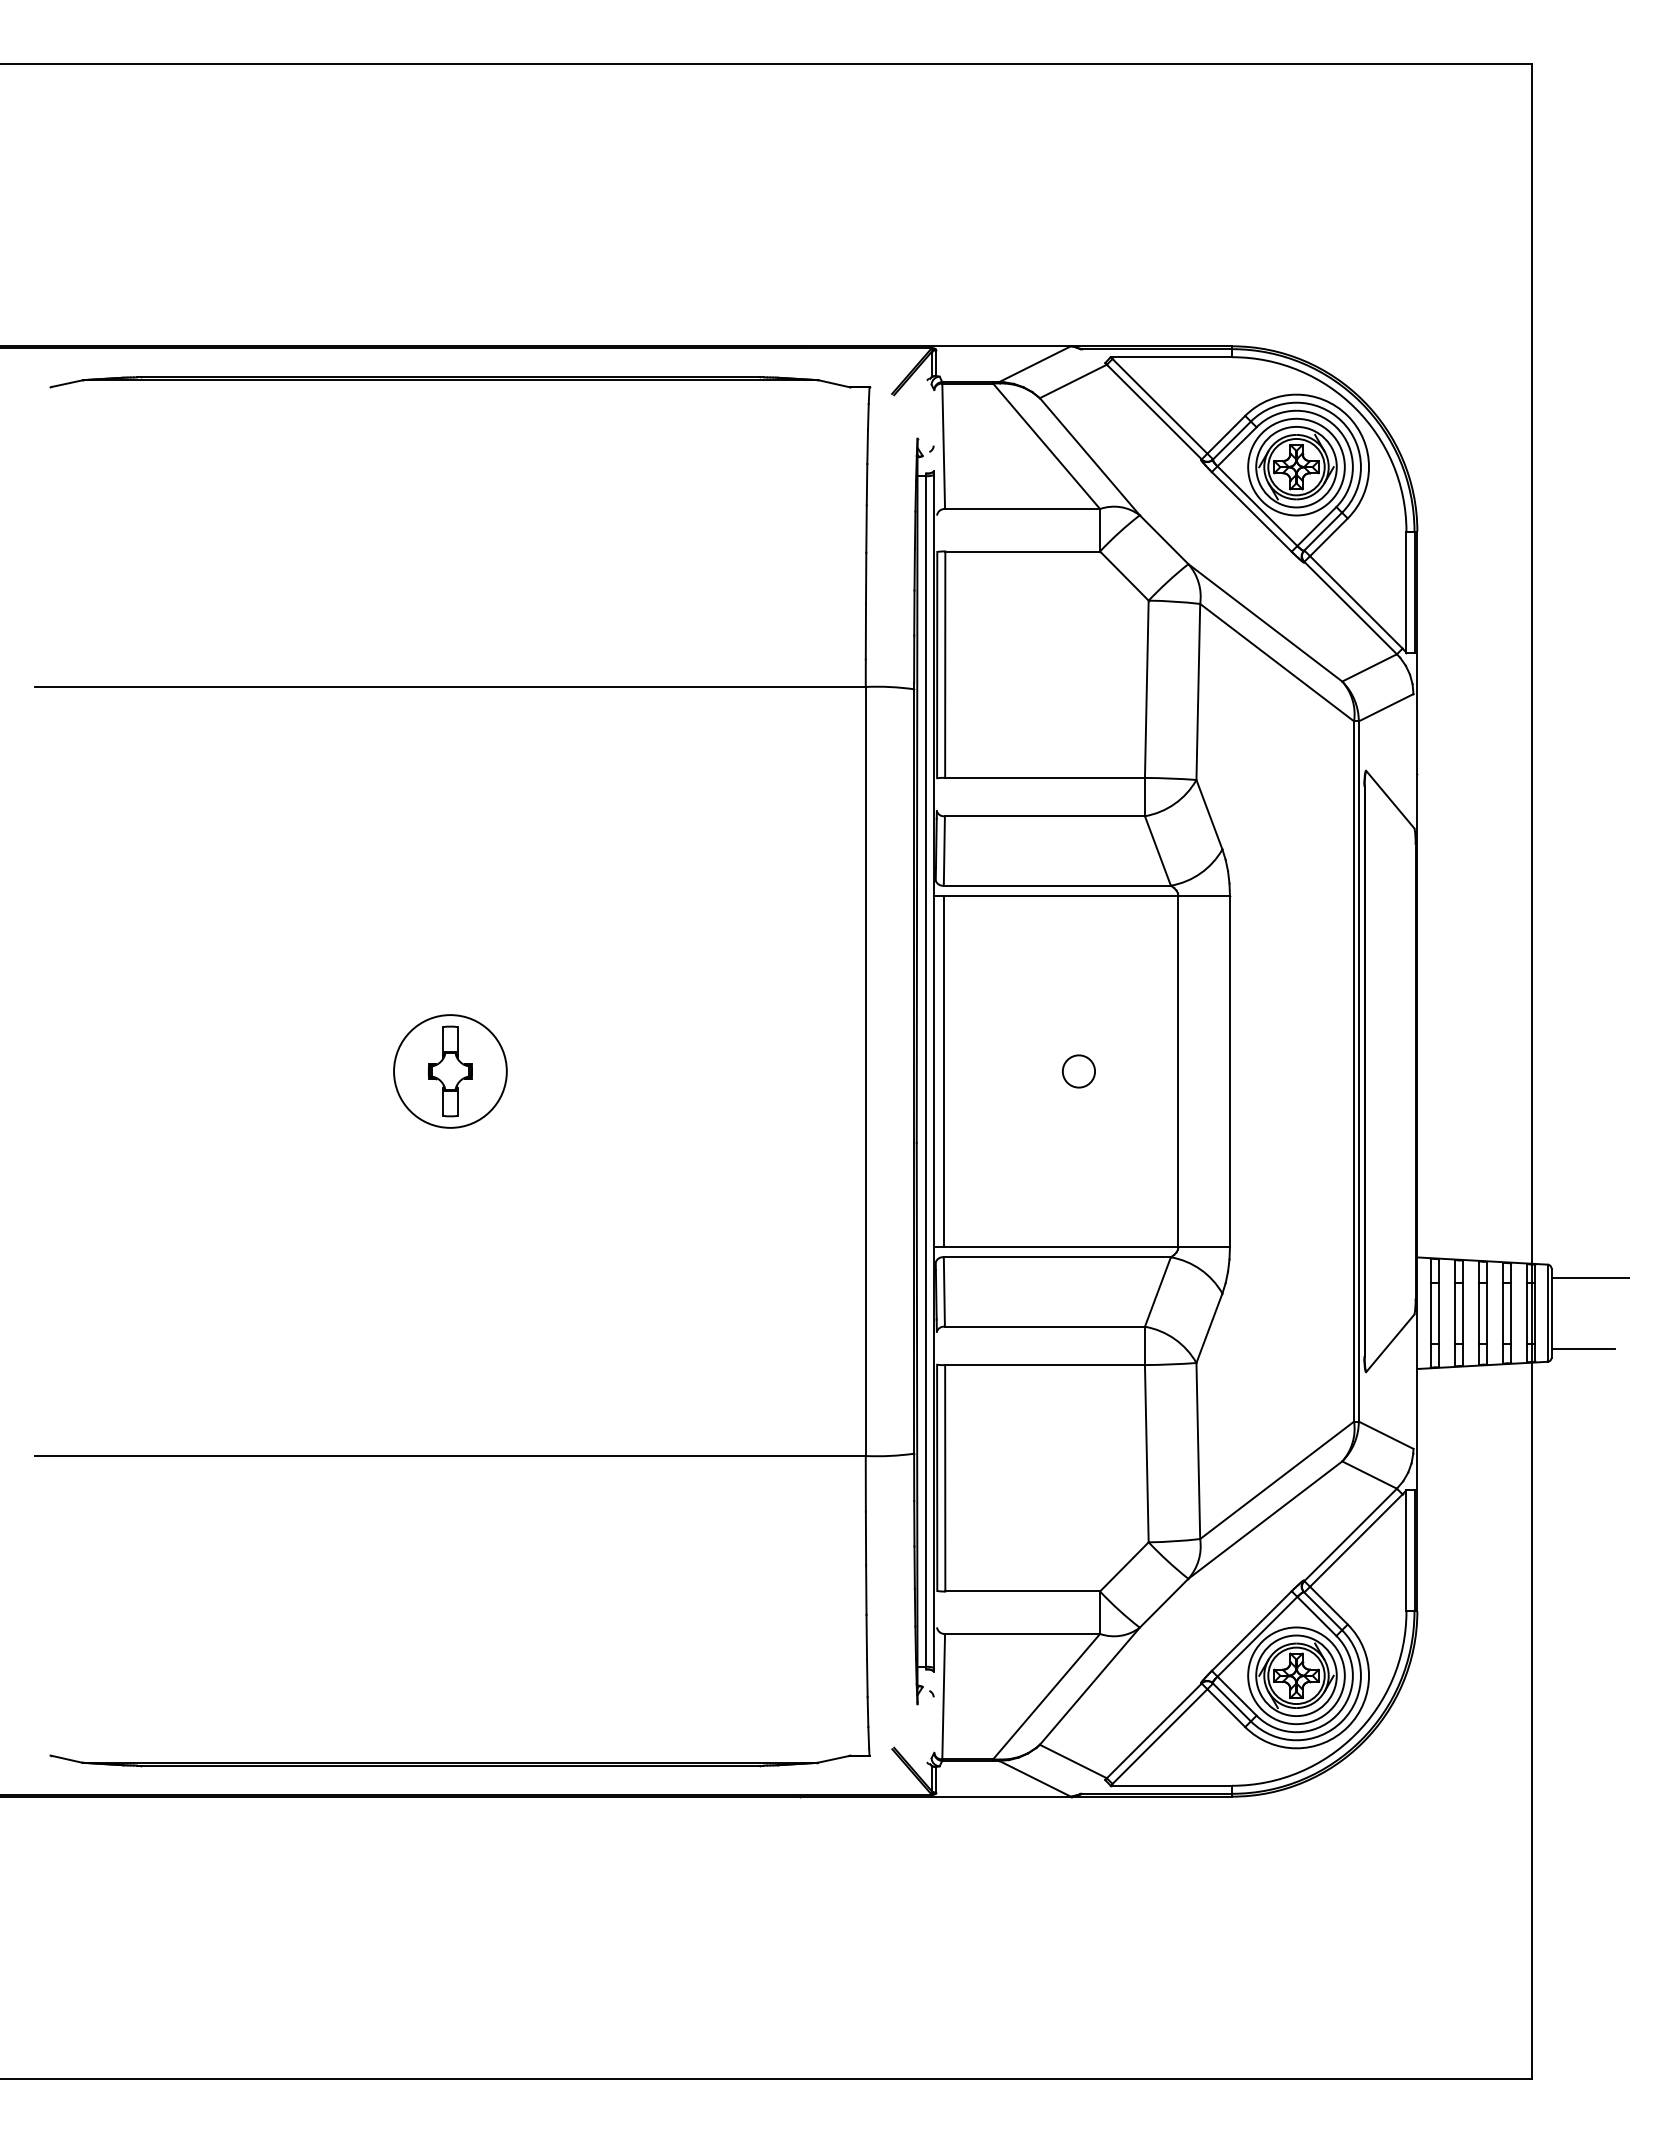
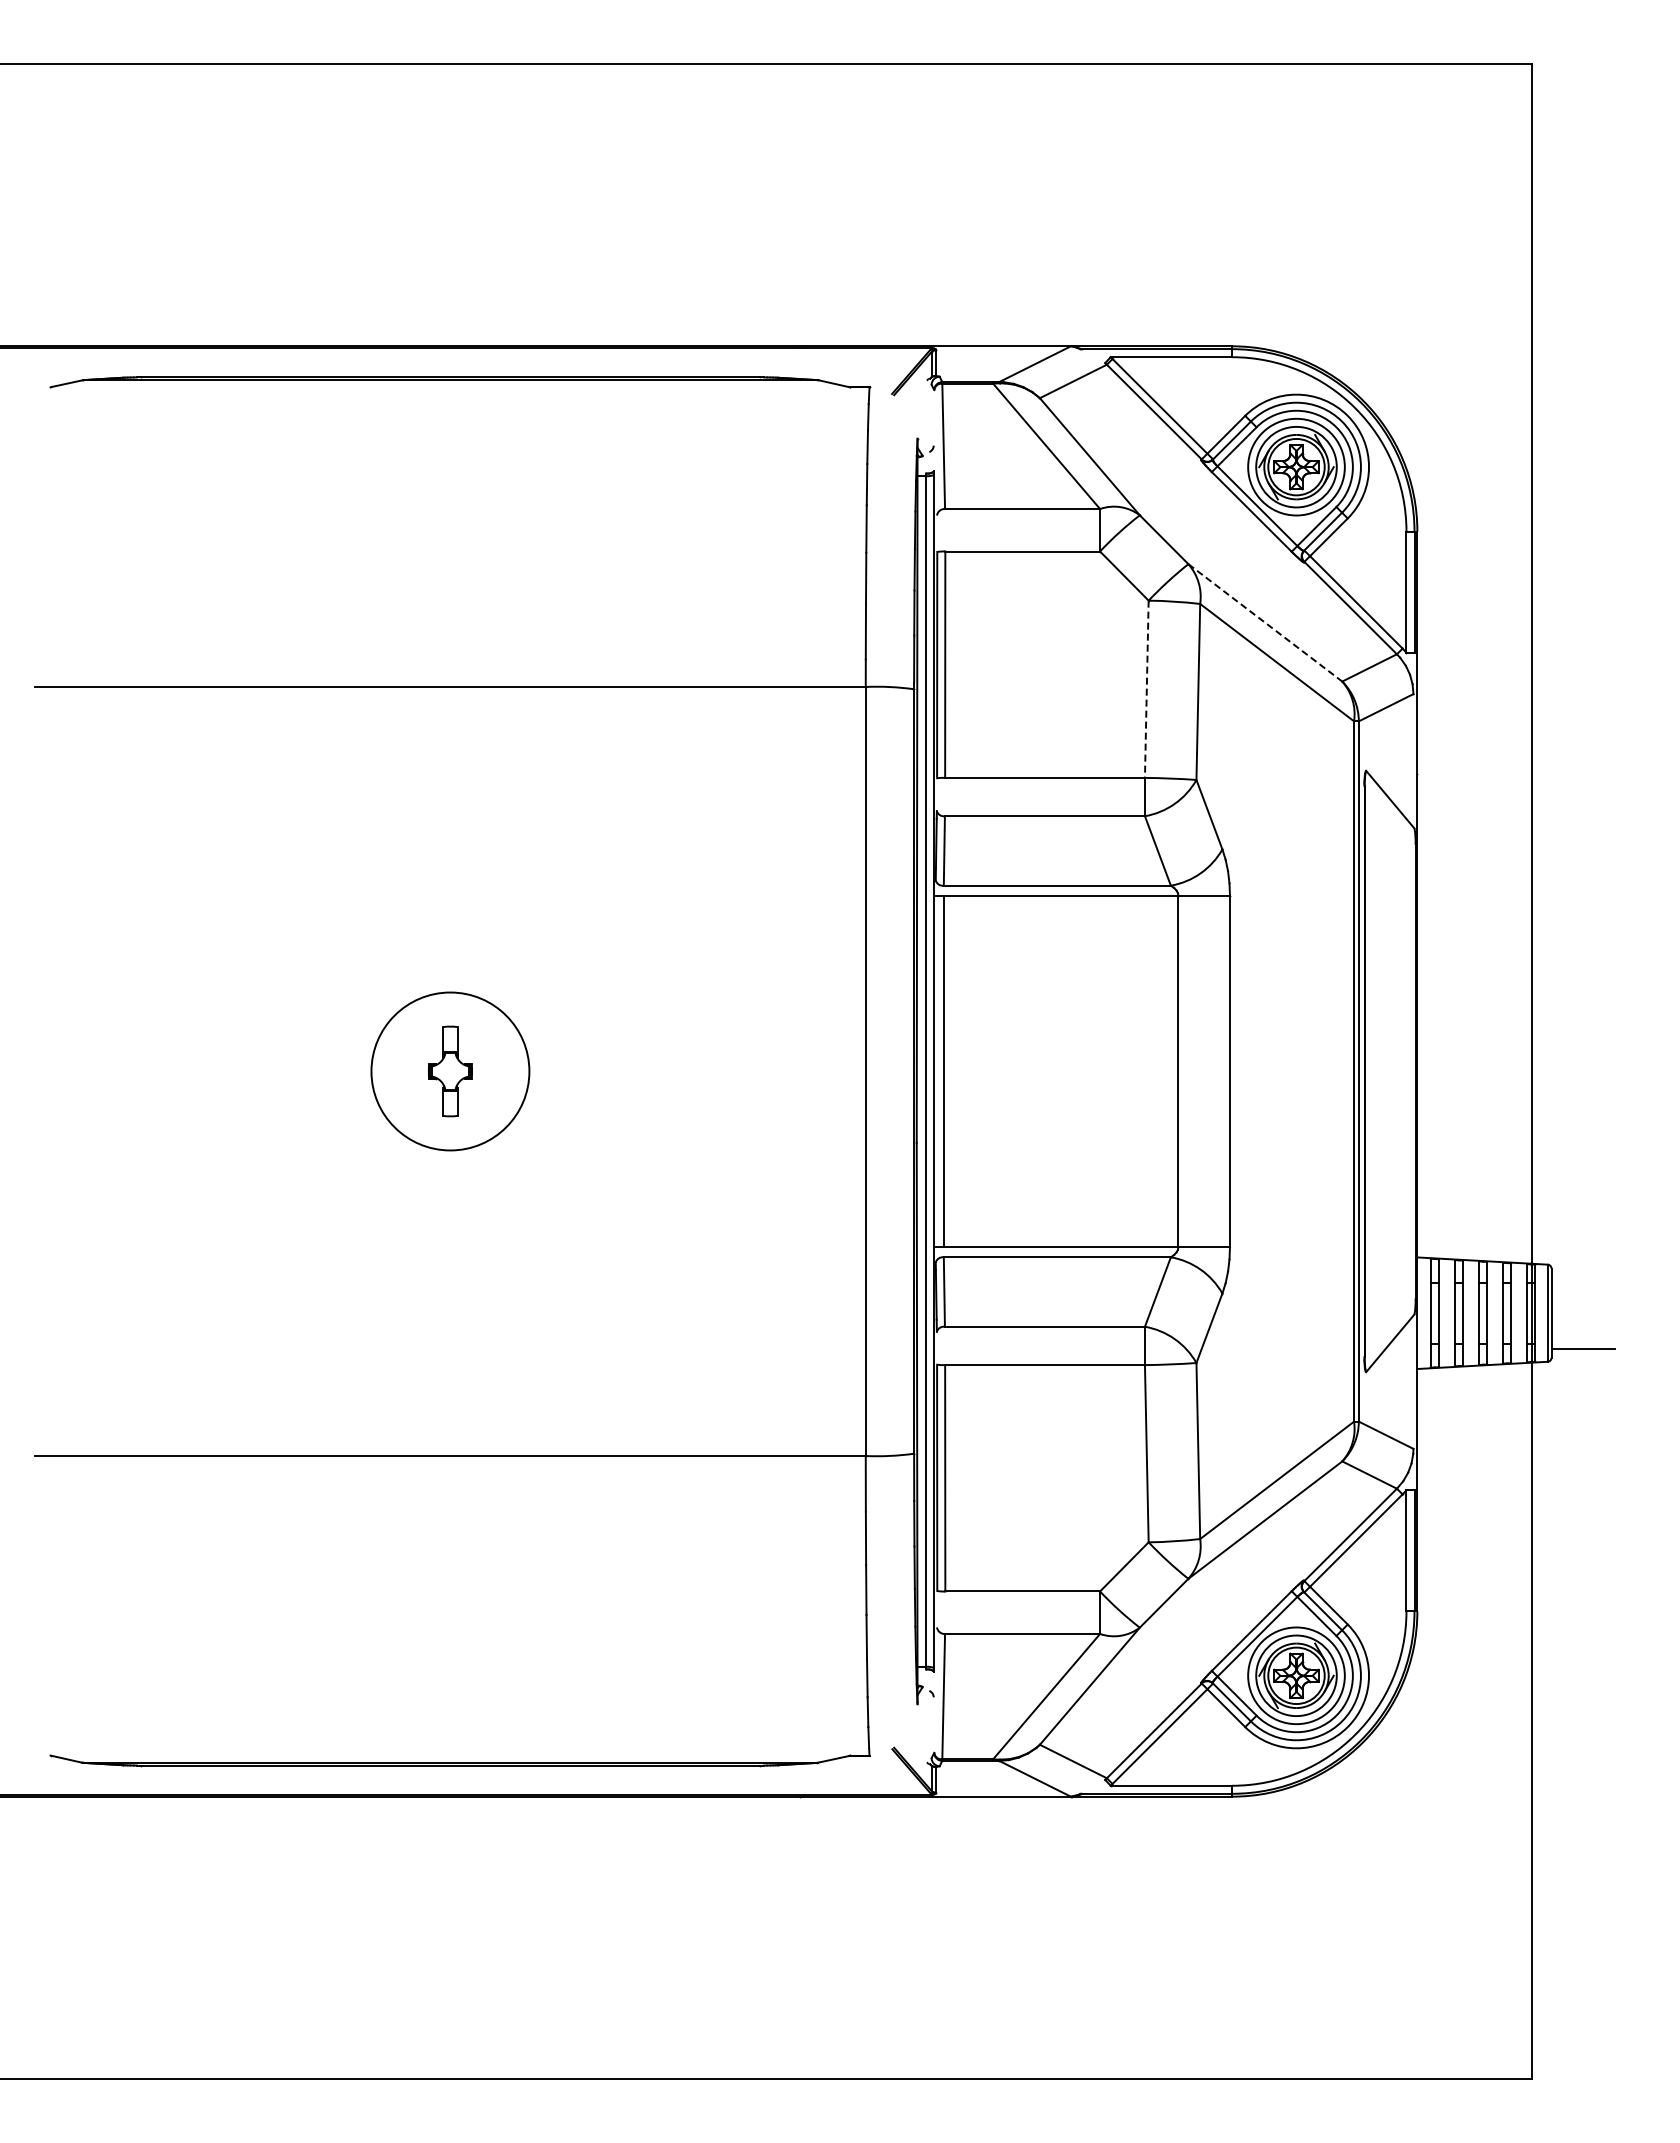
line at (1265, 622): solid -> dashed
line at (1146, 689): solid -> dashed
circle at (450, 1071) diameter: 113 px -> 158 px
circle at (1078, 1071): present -> none
line at (1590, 1277): present -> none
